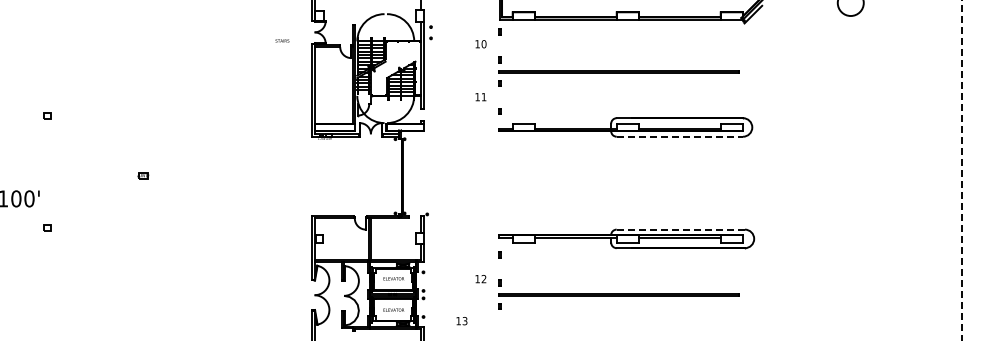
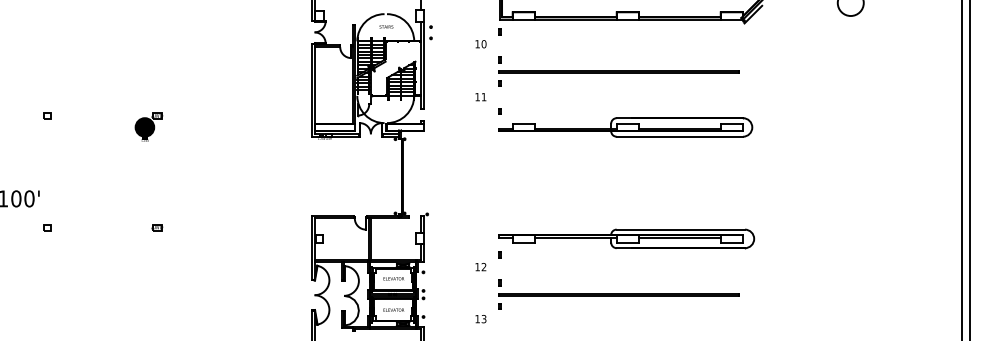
text at (282, 40) position: (282, 40) -> (386, 26)
part at (148, 126): none -> present
line at (680, 136): dashed -> solid
line at (969, 169): none -> present
line at (962, 170): dashed -> solid
part at (143, 175) position: (143, 175) -> (157, 227)
line at (680, 229): dashed -> solid
text at (480, 279) position: (480, 279) -> (480, 267)
text at (461, 321) position: (461, 321) -> (480, 319)
